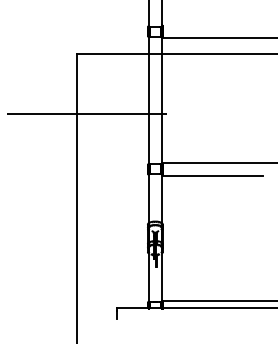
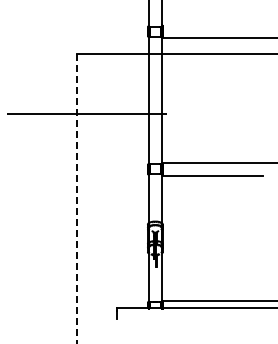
line at (76, 198): solid -> dashed
